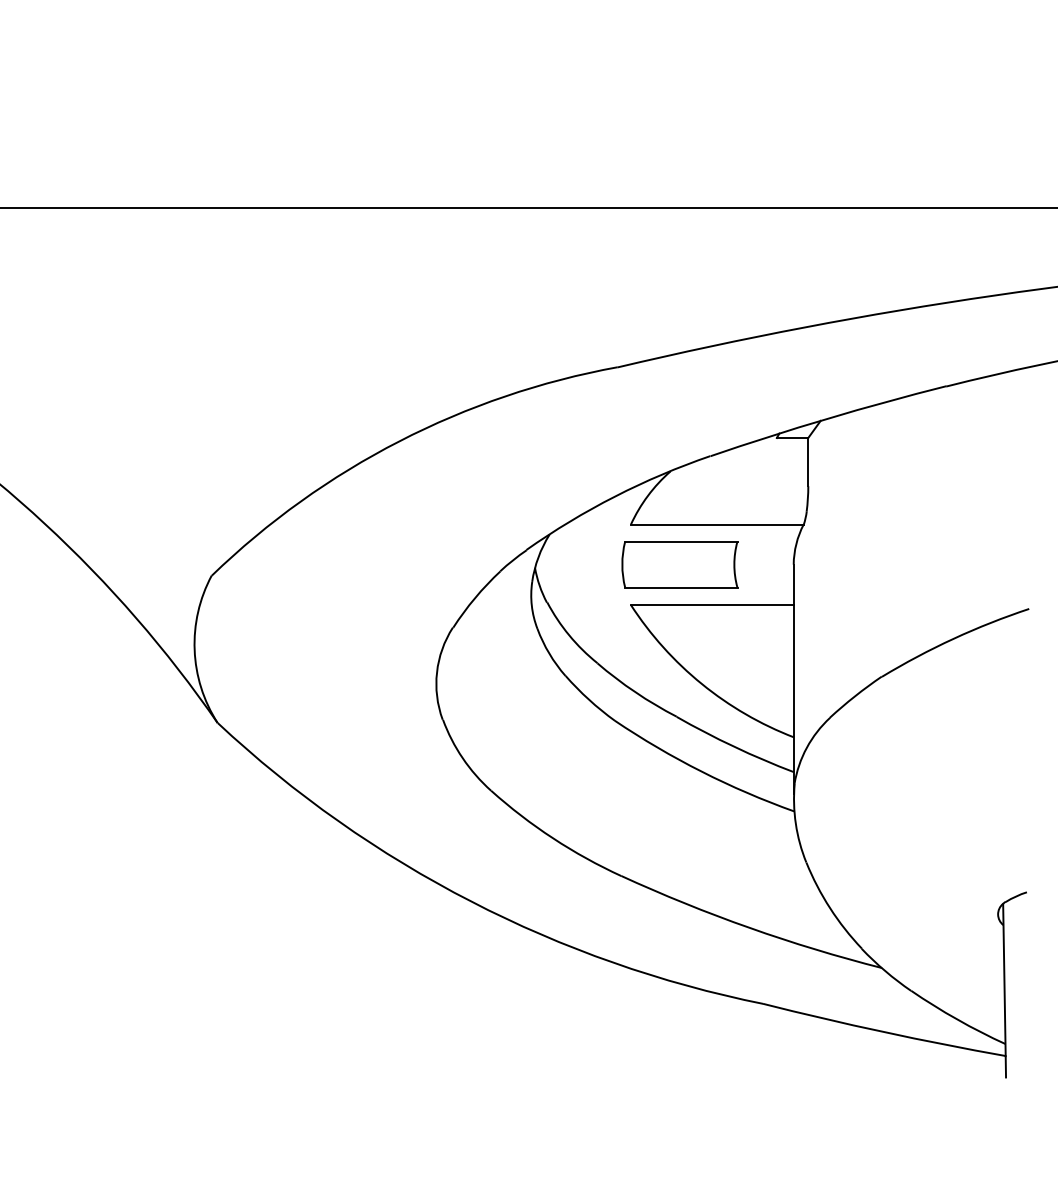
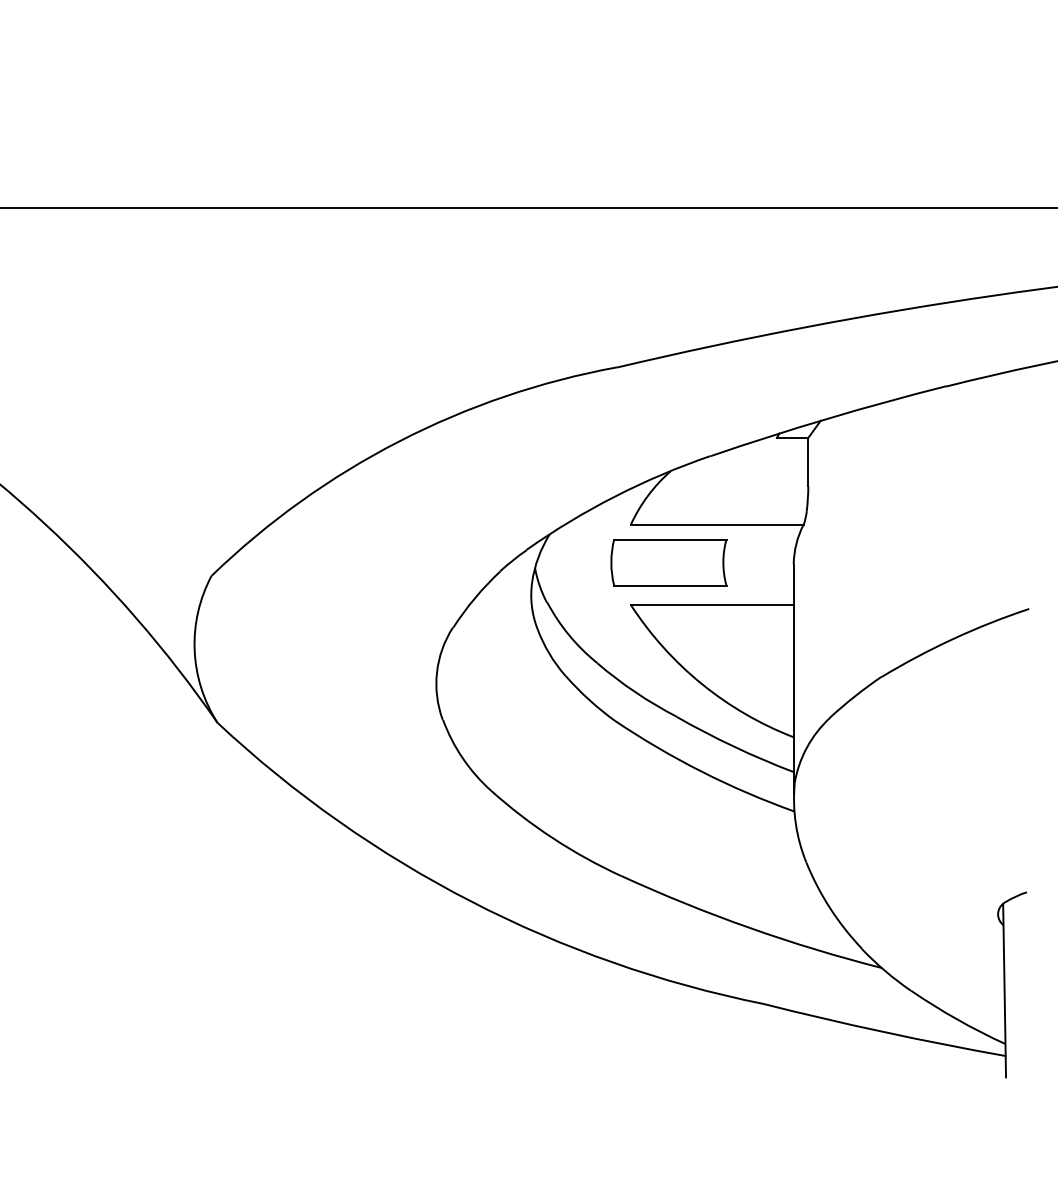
part at (679, 564) position: (679, 564) -> (668, 562)
